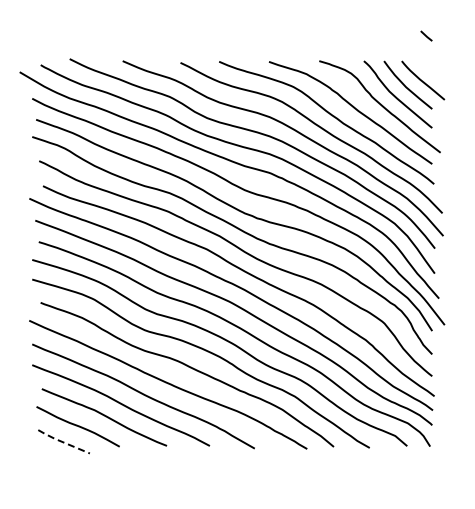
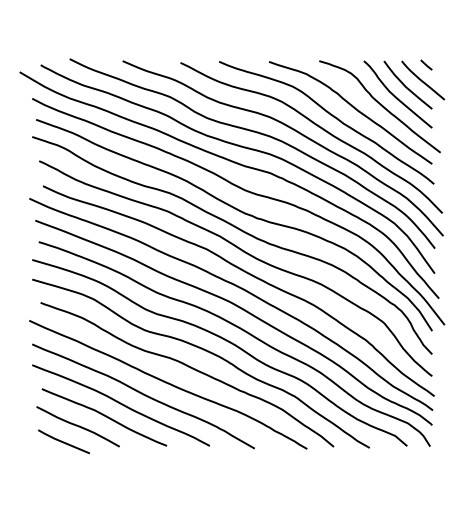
line at (426, 35) position: (426, 35) -> (426, 64)
line at (62, 442): dashed -> solid
